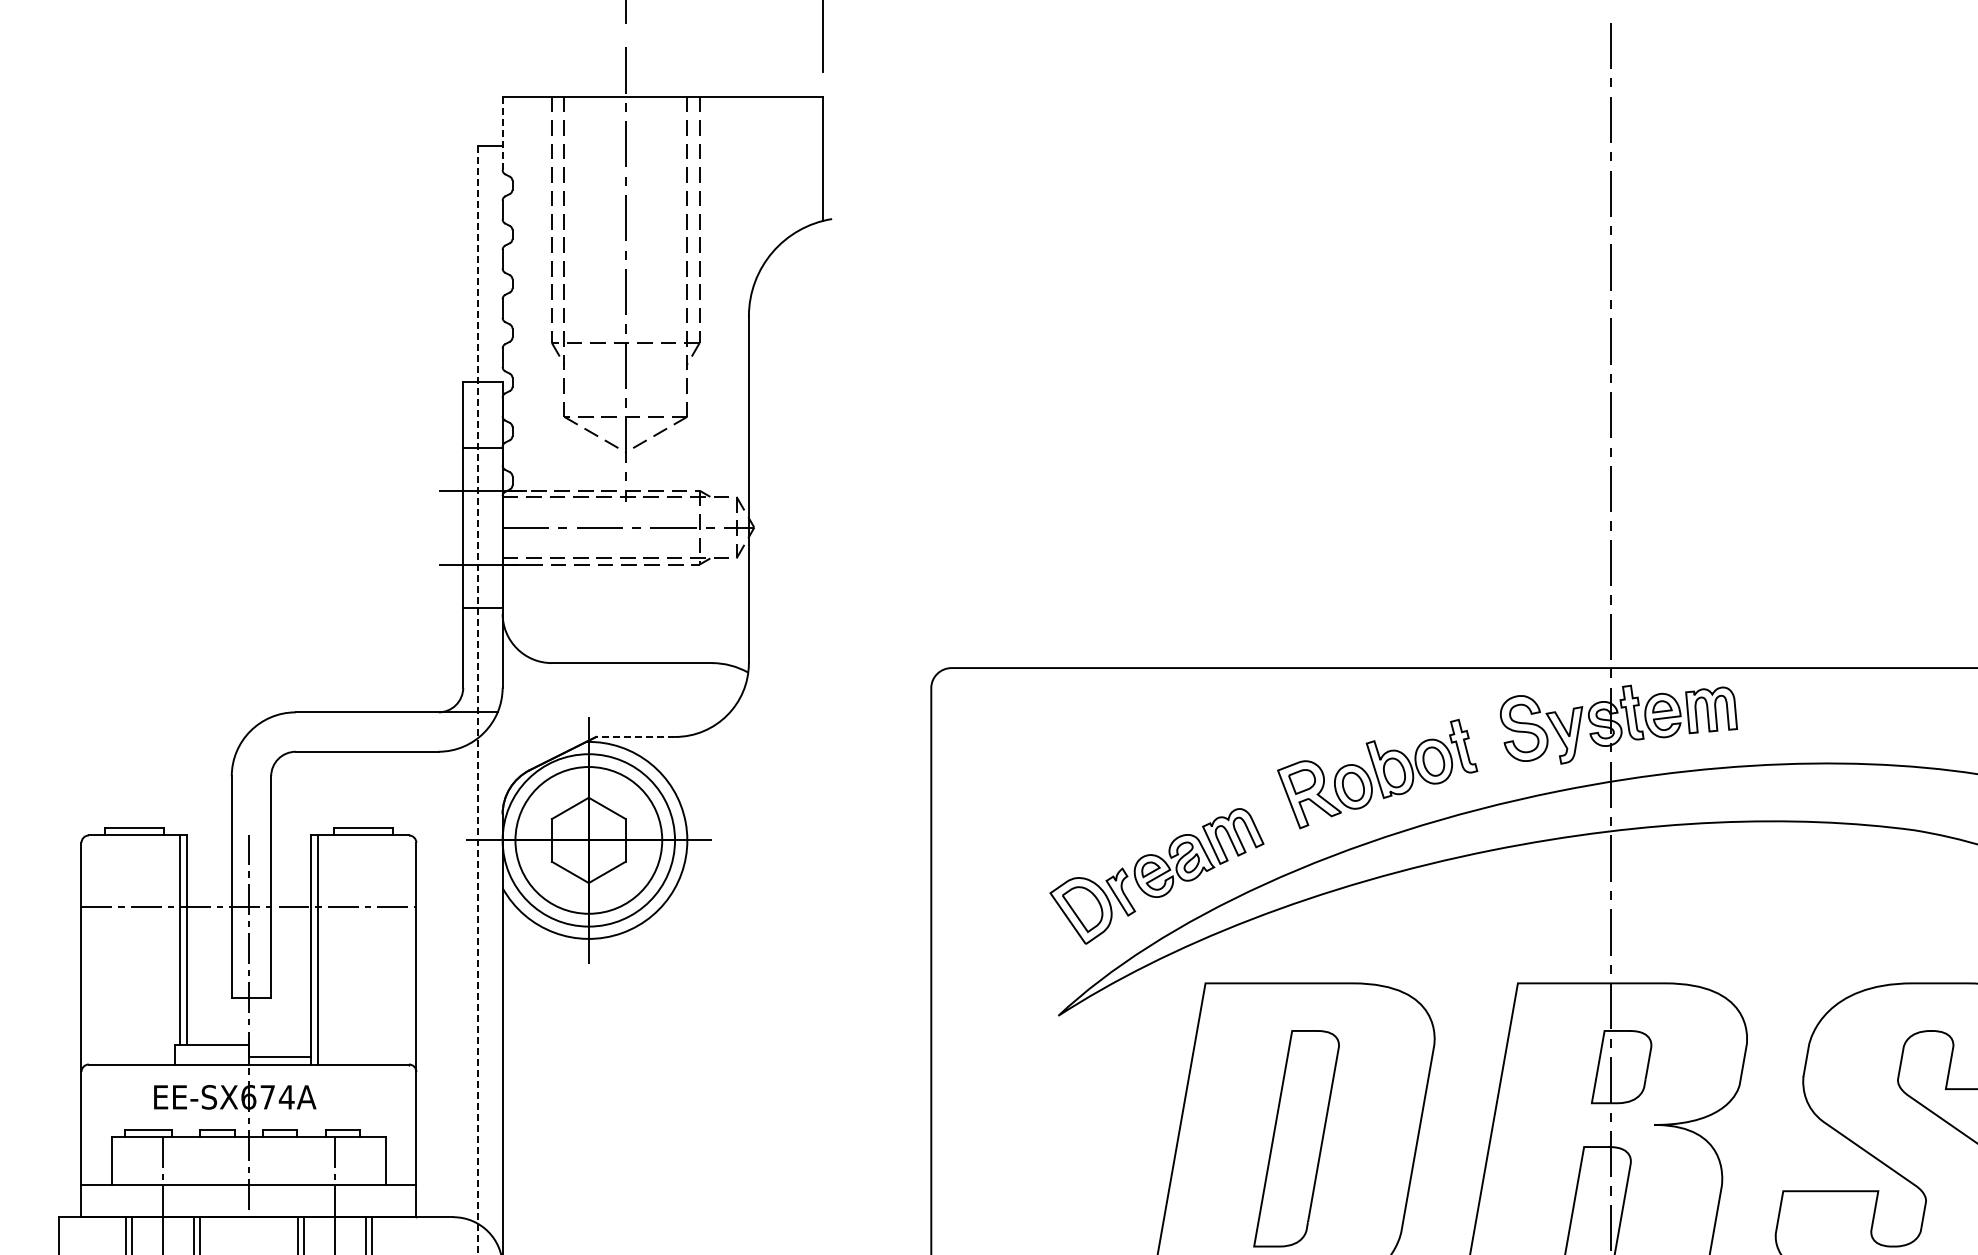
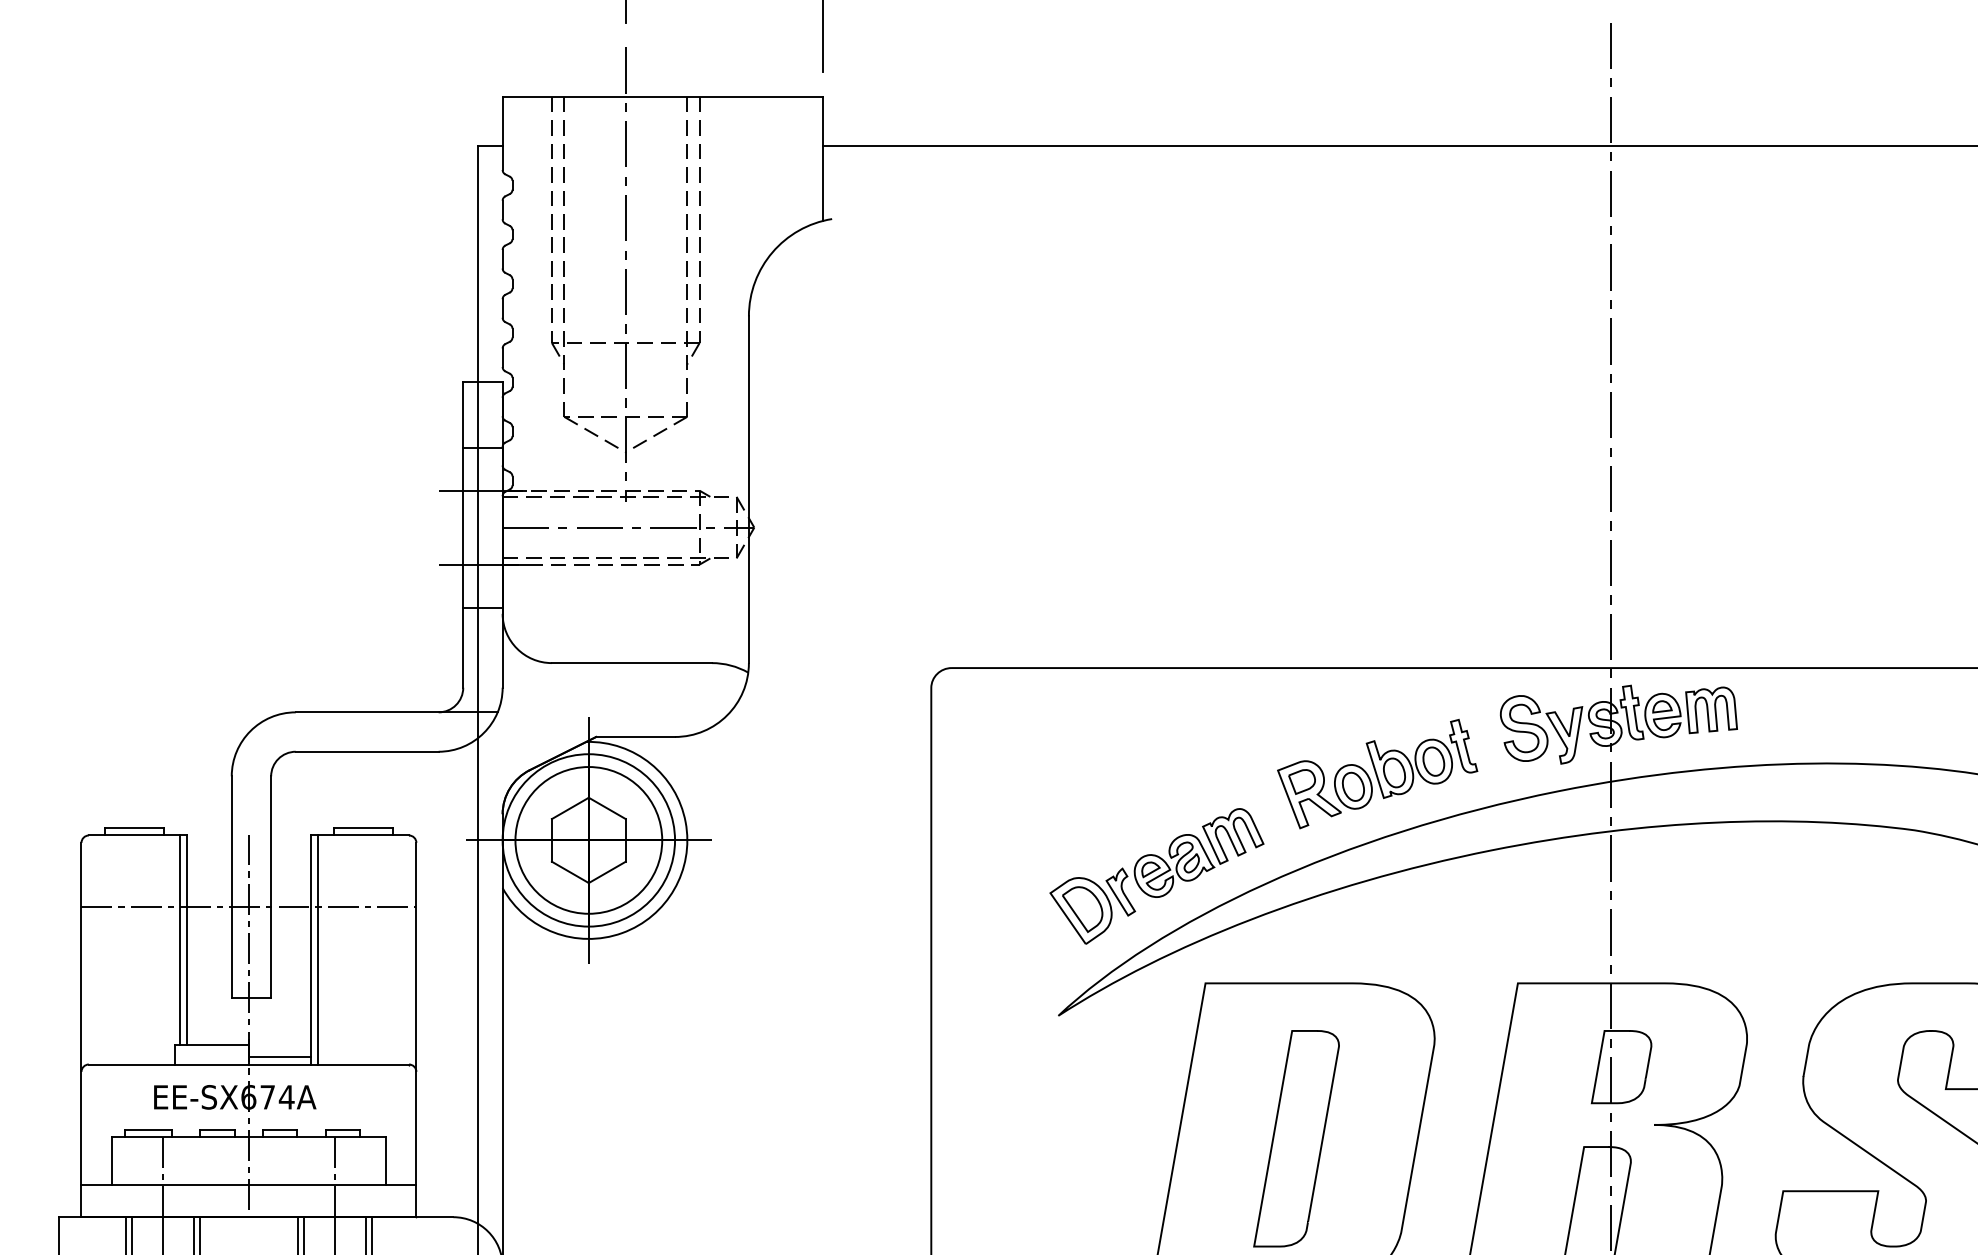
line at (502, 133): dashed -> solid
line at (1398, 145): none -> present
line at (478, 700): dashed -> solid
line at (635, 736): dashed -> solid
